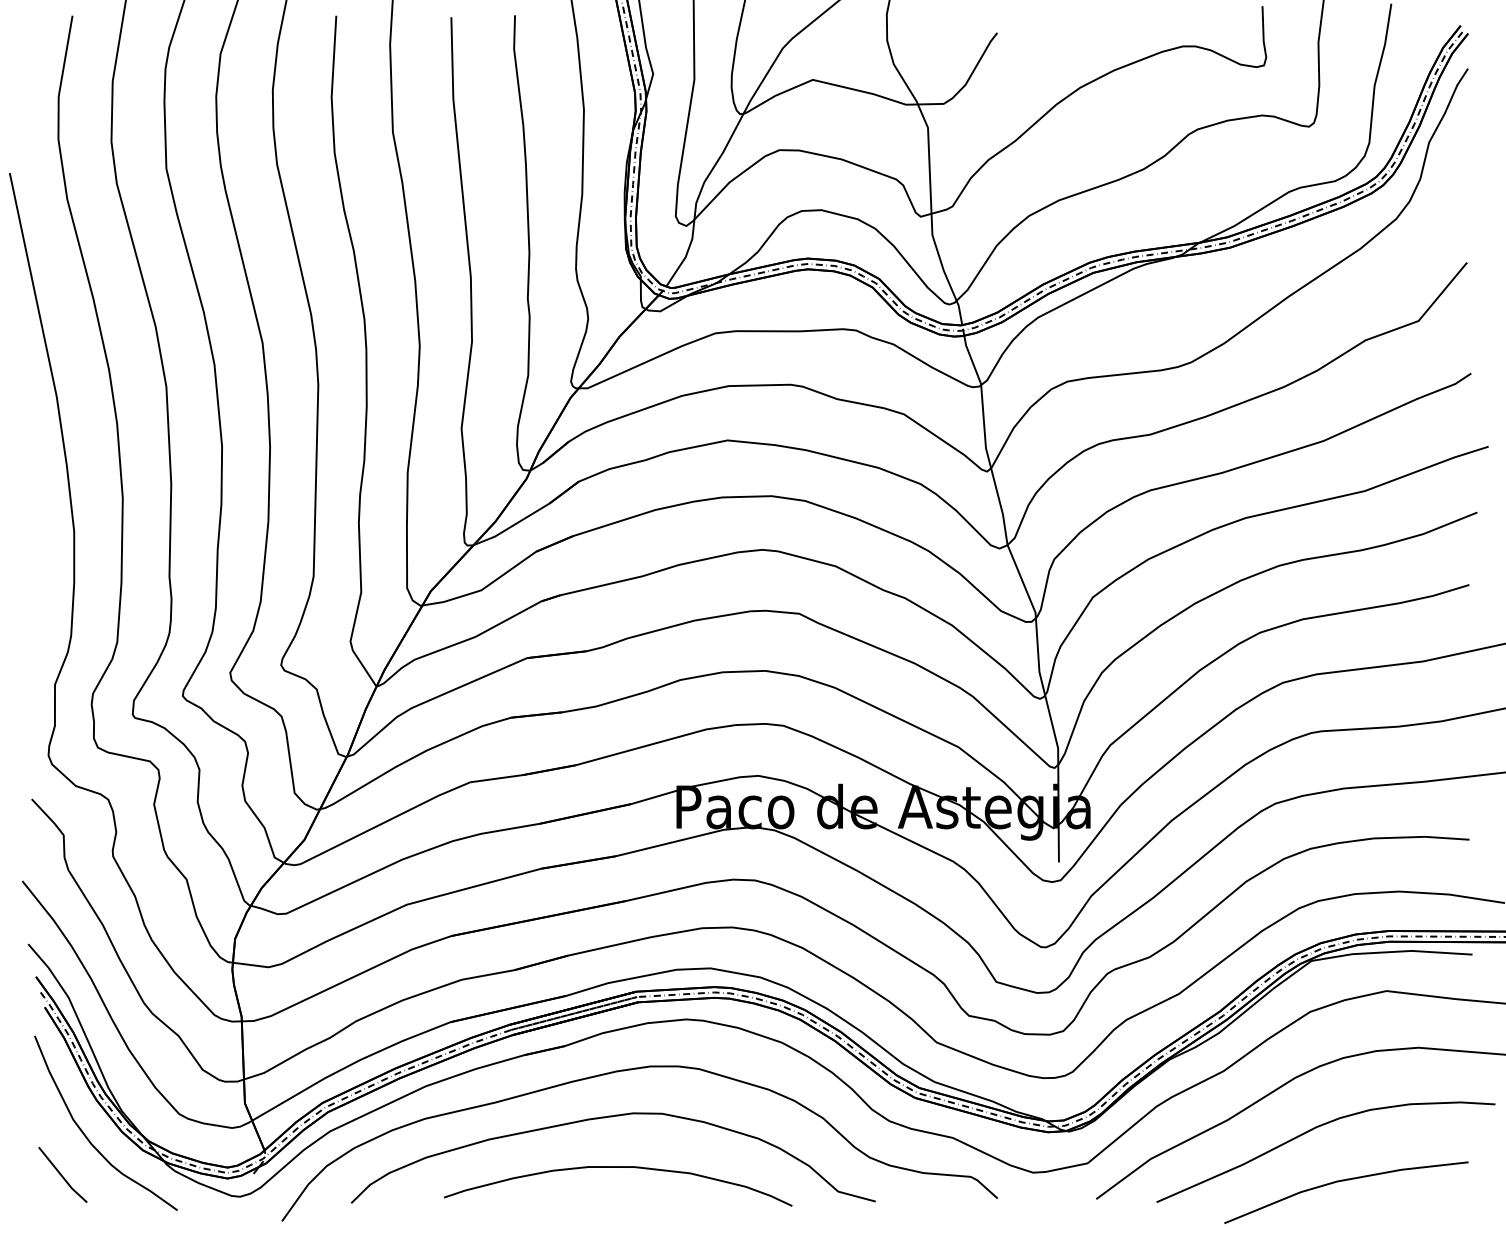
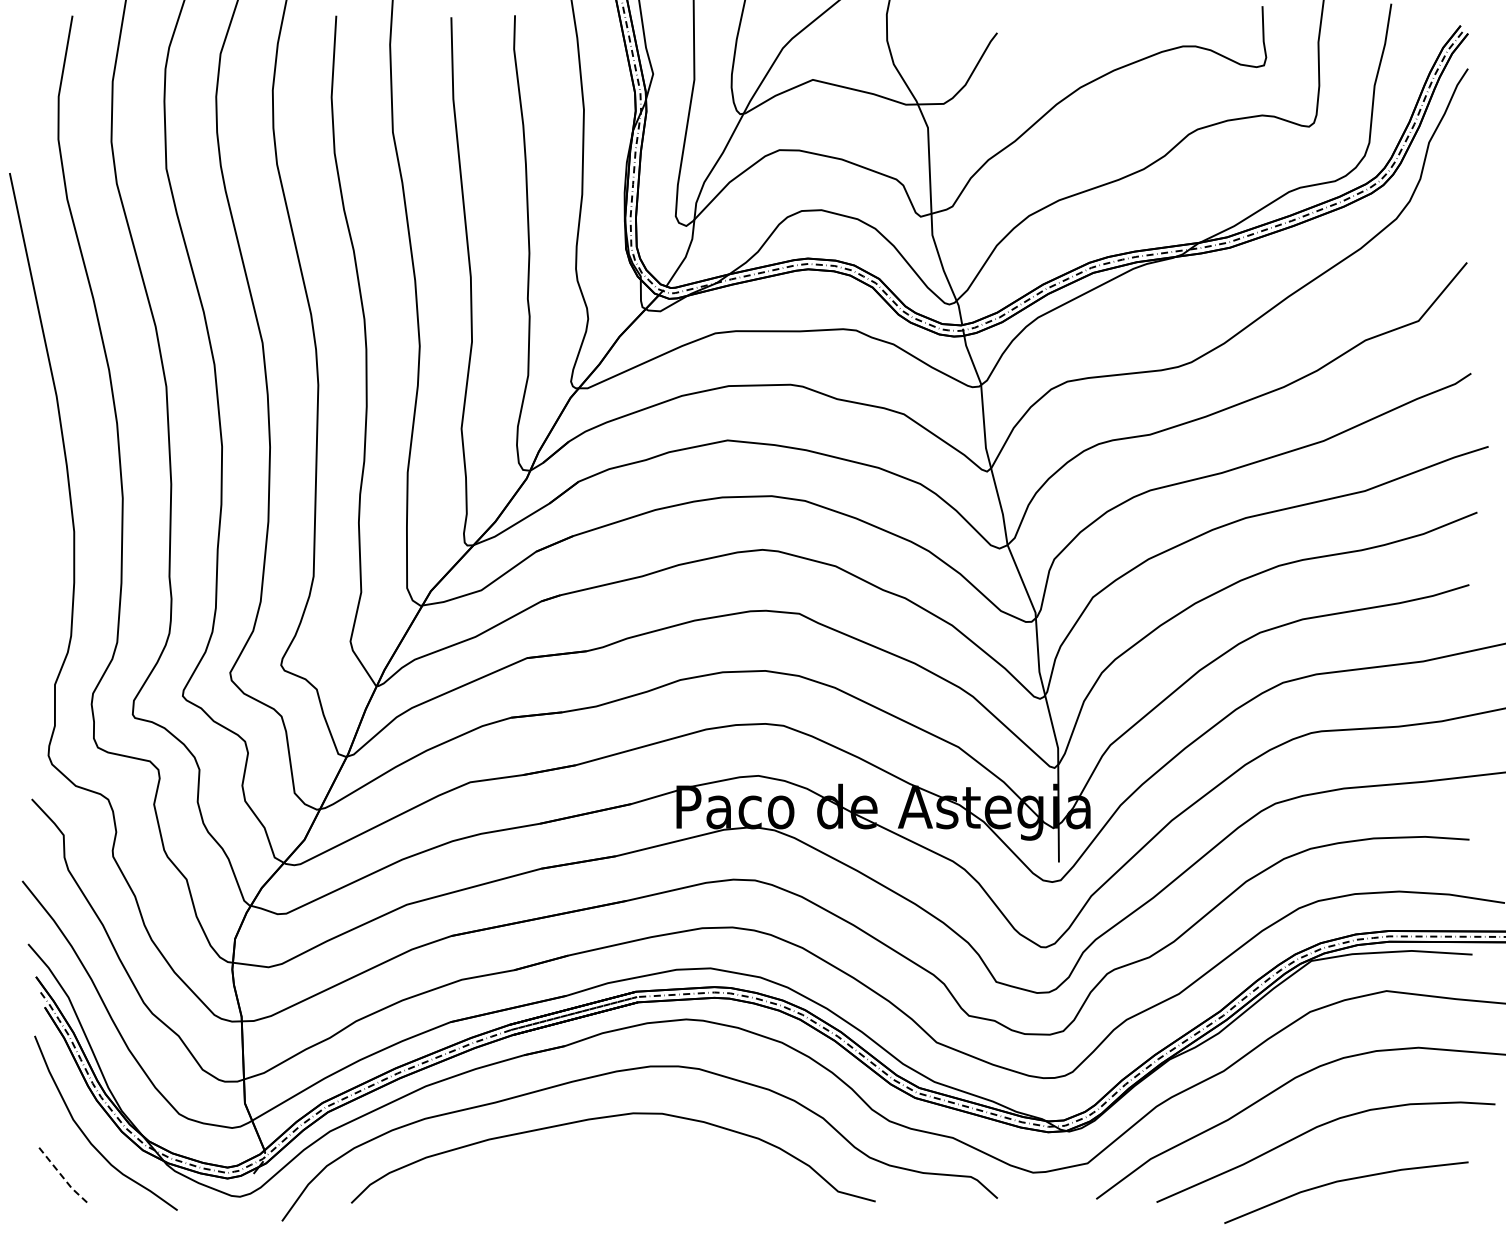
curve at (618, 1167): present -> none
line at (61, 1175): solid -> dashed
